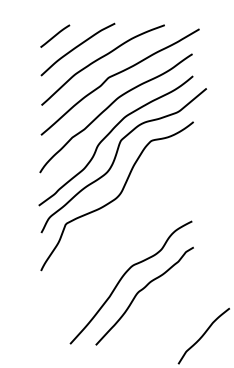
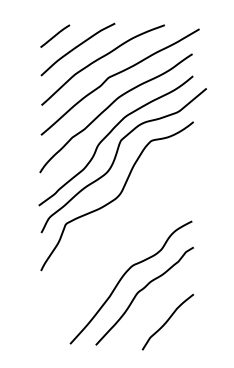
curve at (203, 335) position: (203, 335) -> (167, 321)
